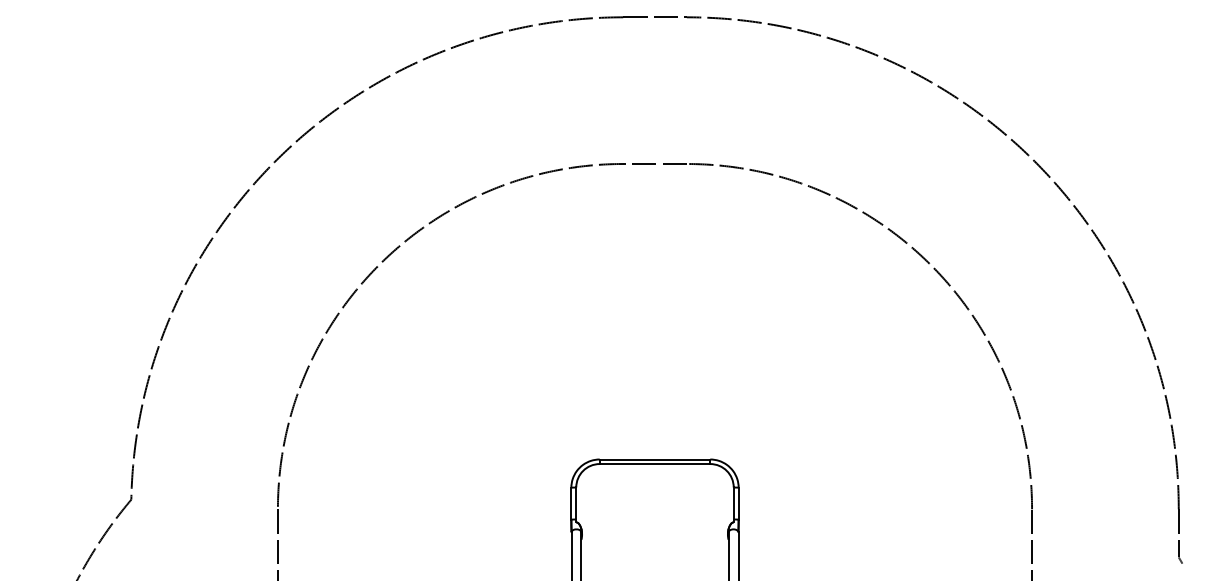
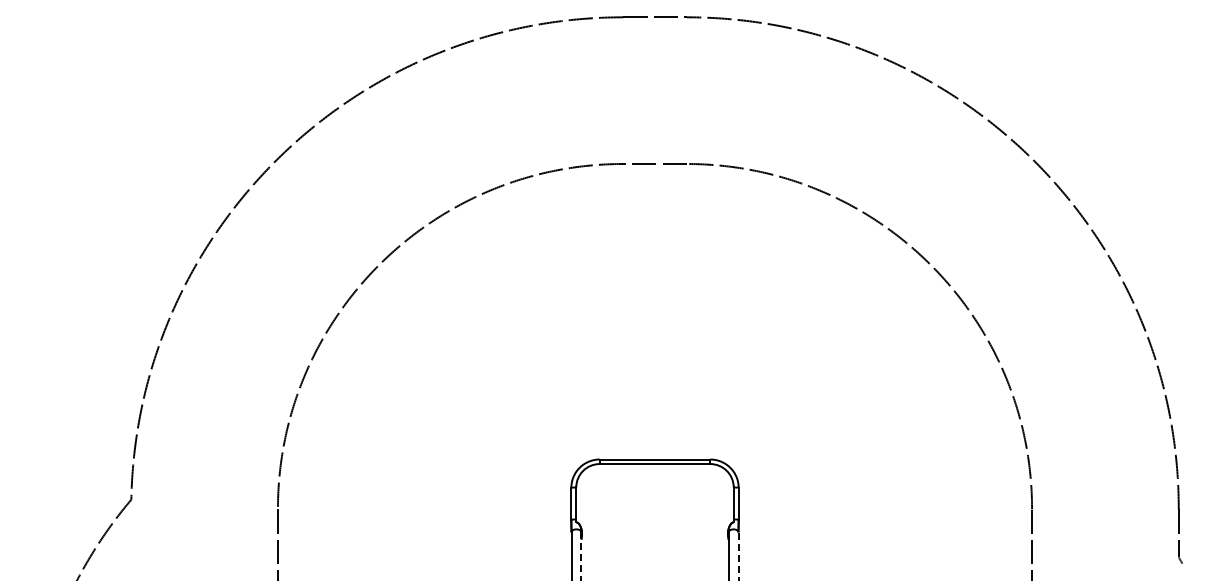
line at (581, 556): solid -> dashed
line at (738, 556): solid -> dashed
